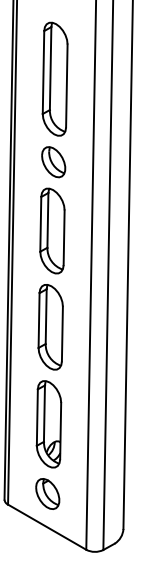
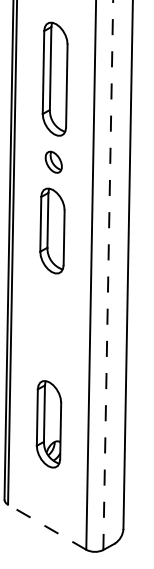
part at (53, 162) size: 26x33 px -> 19x24 px
line at (108, 275): solid -> dashed
part at (50, 327): present -> none
part at (47, 493): present -> none
line at (46, 526): solid -> dashed
